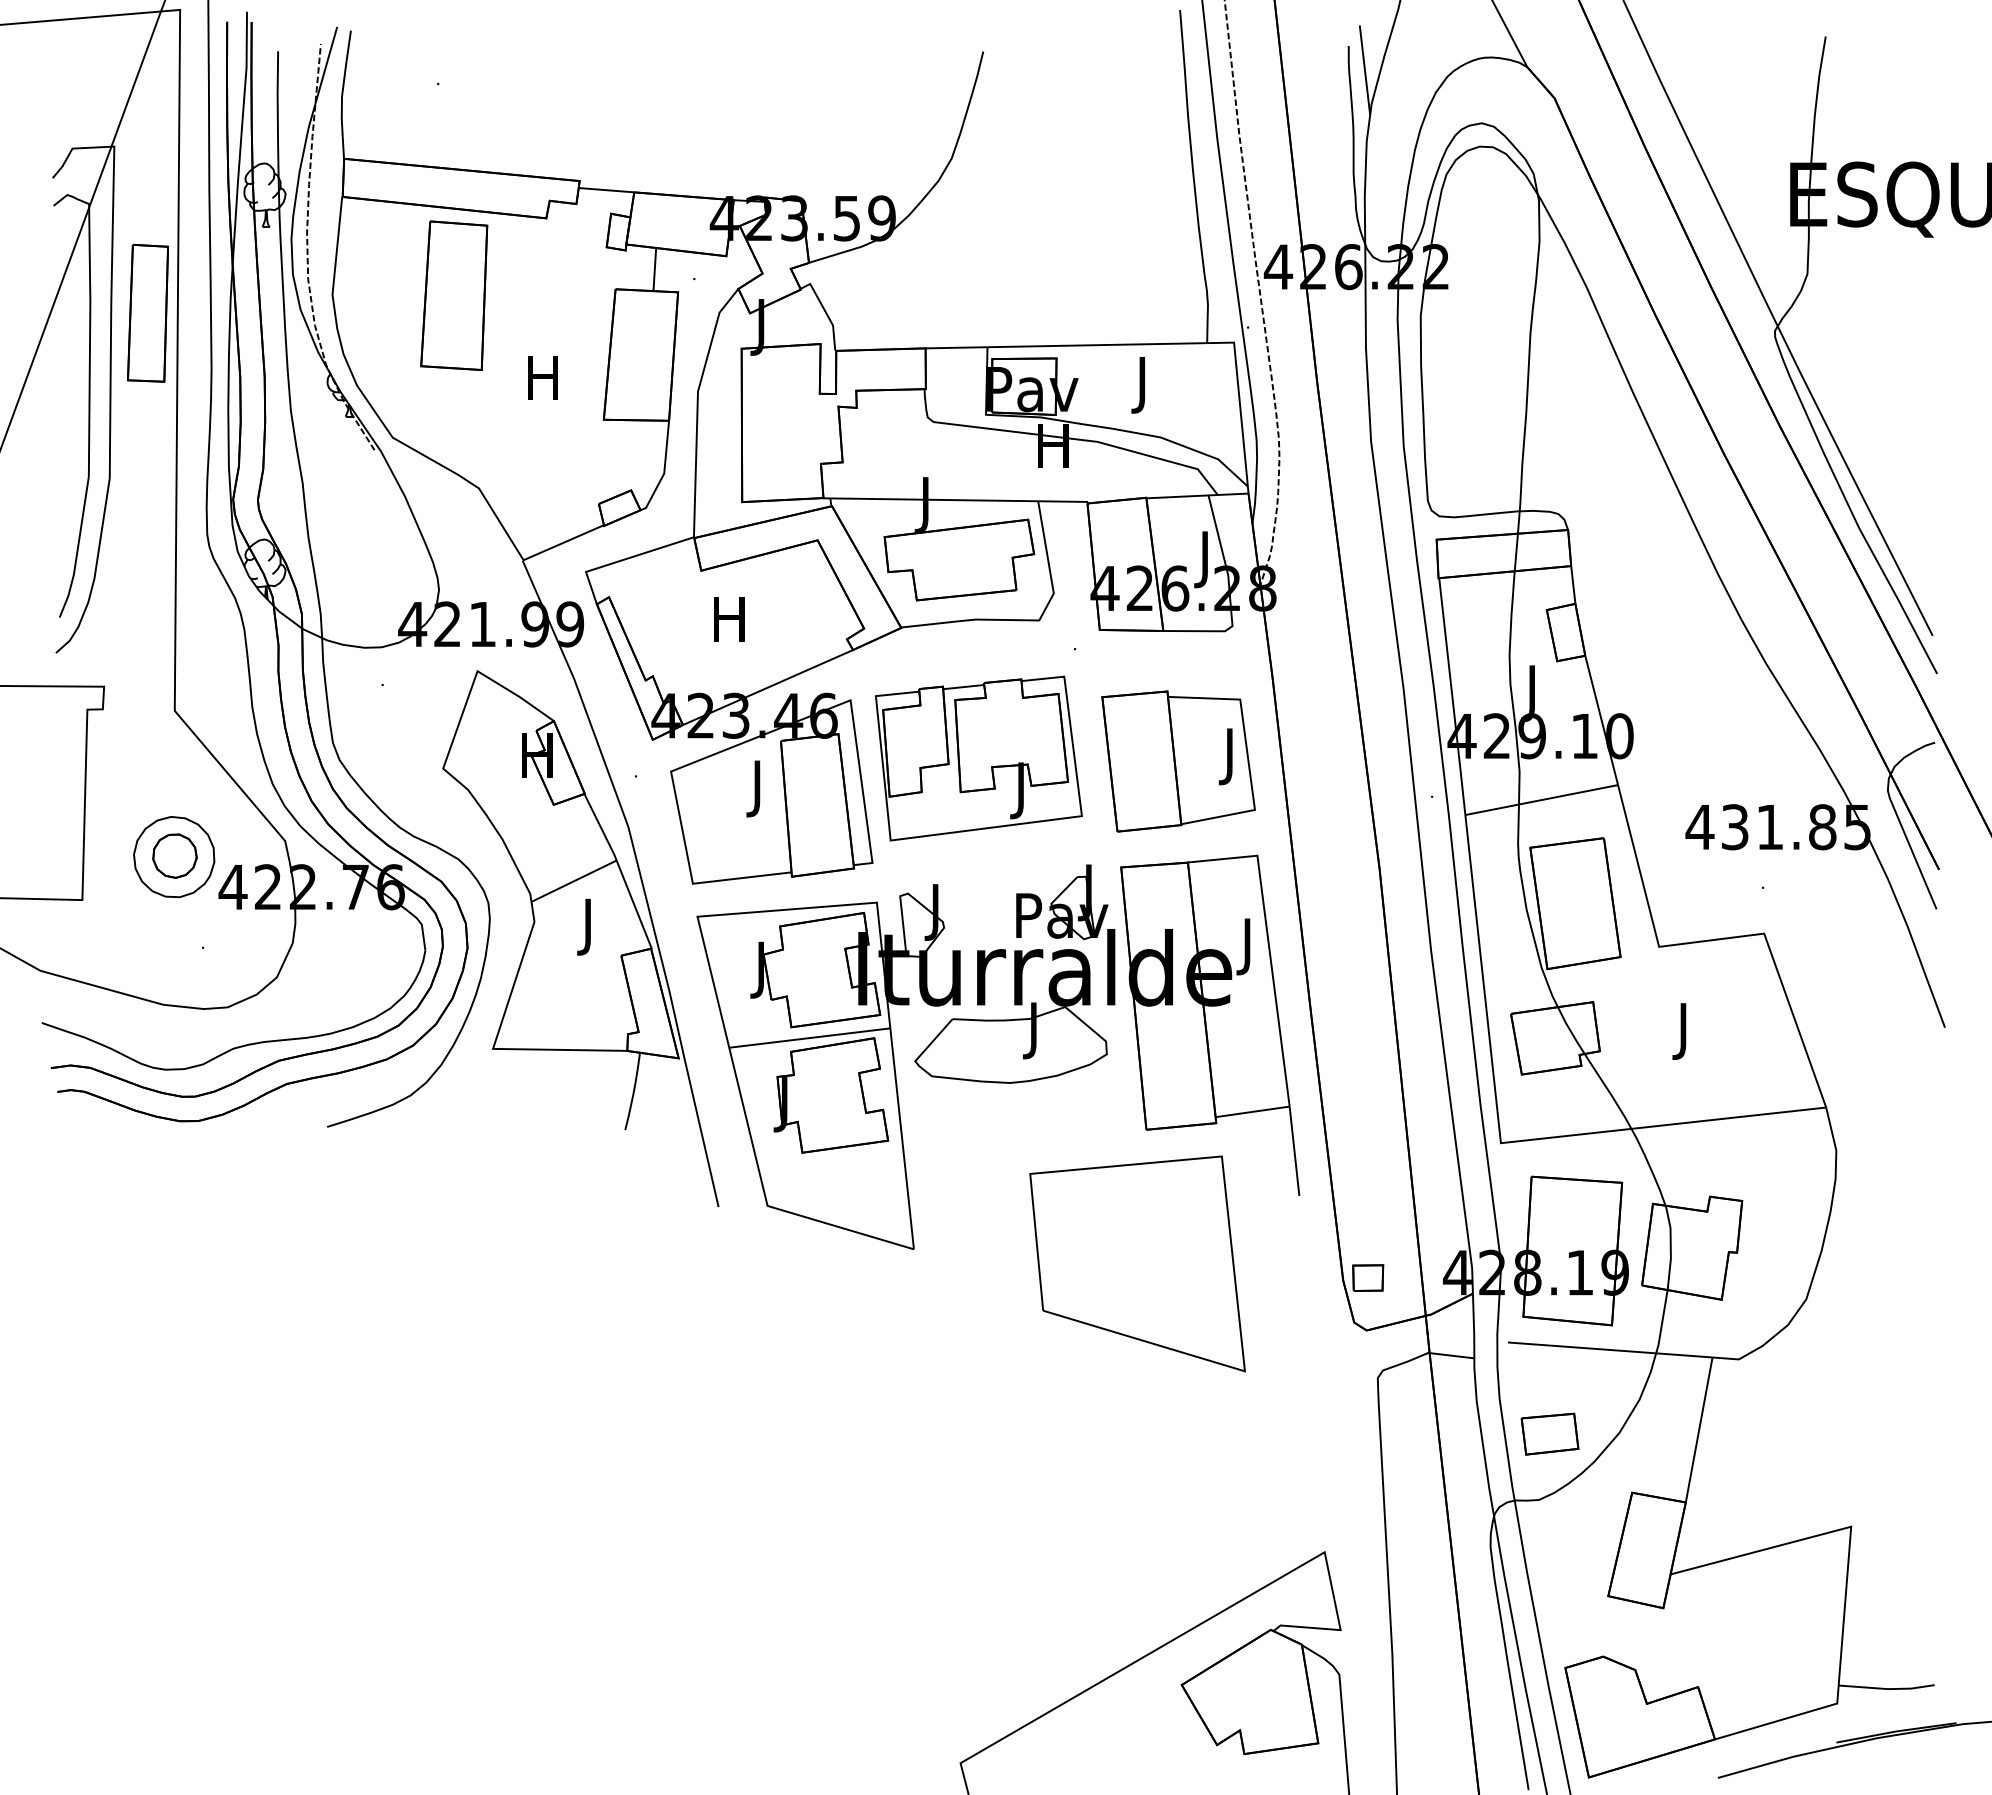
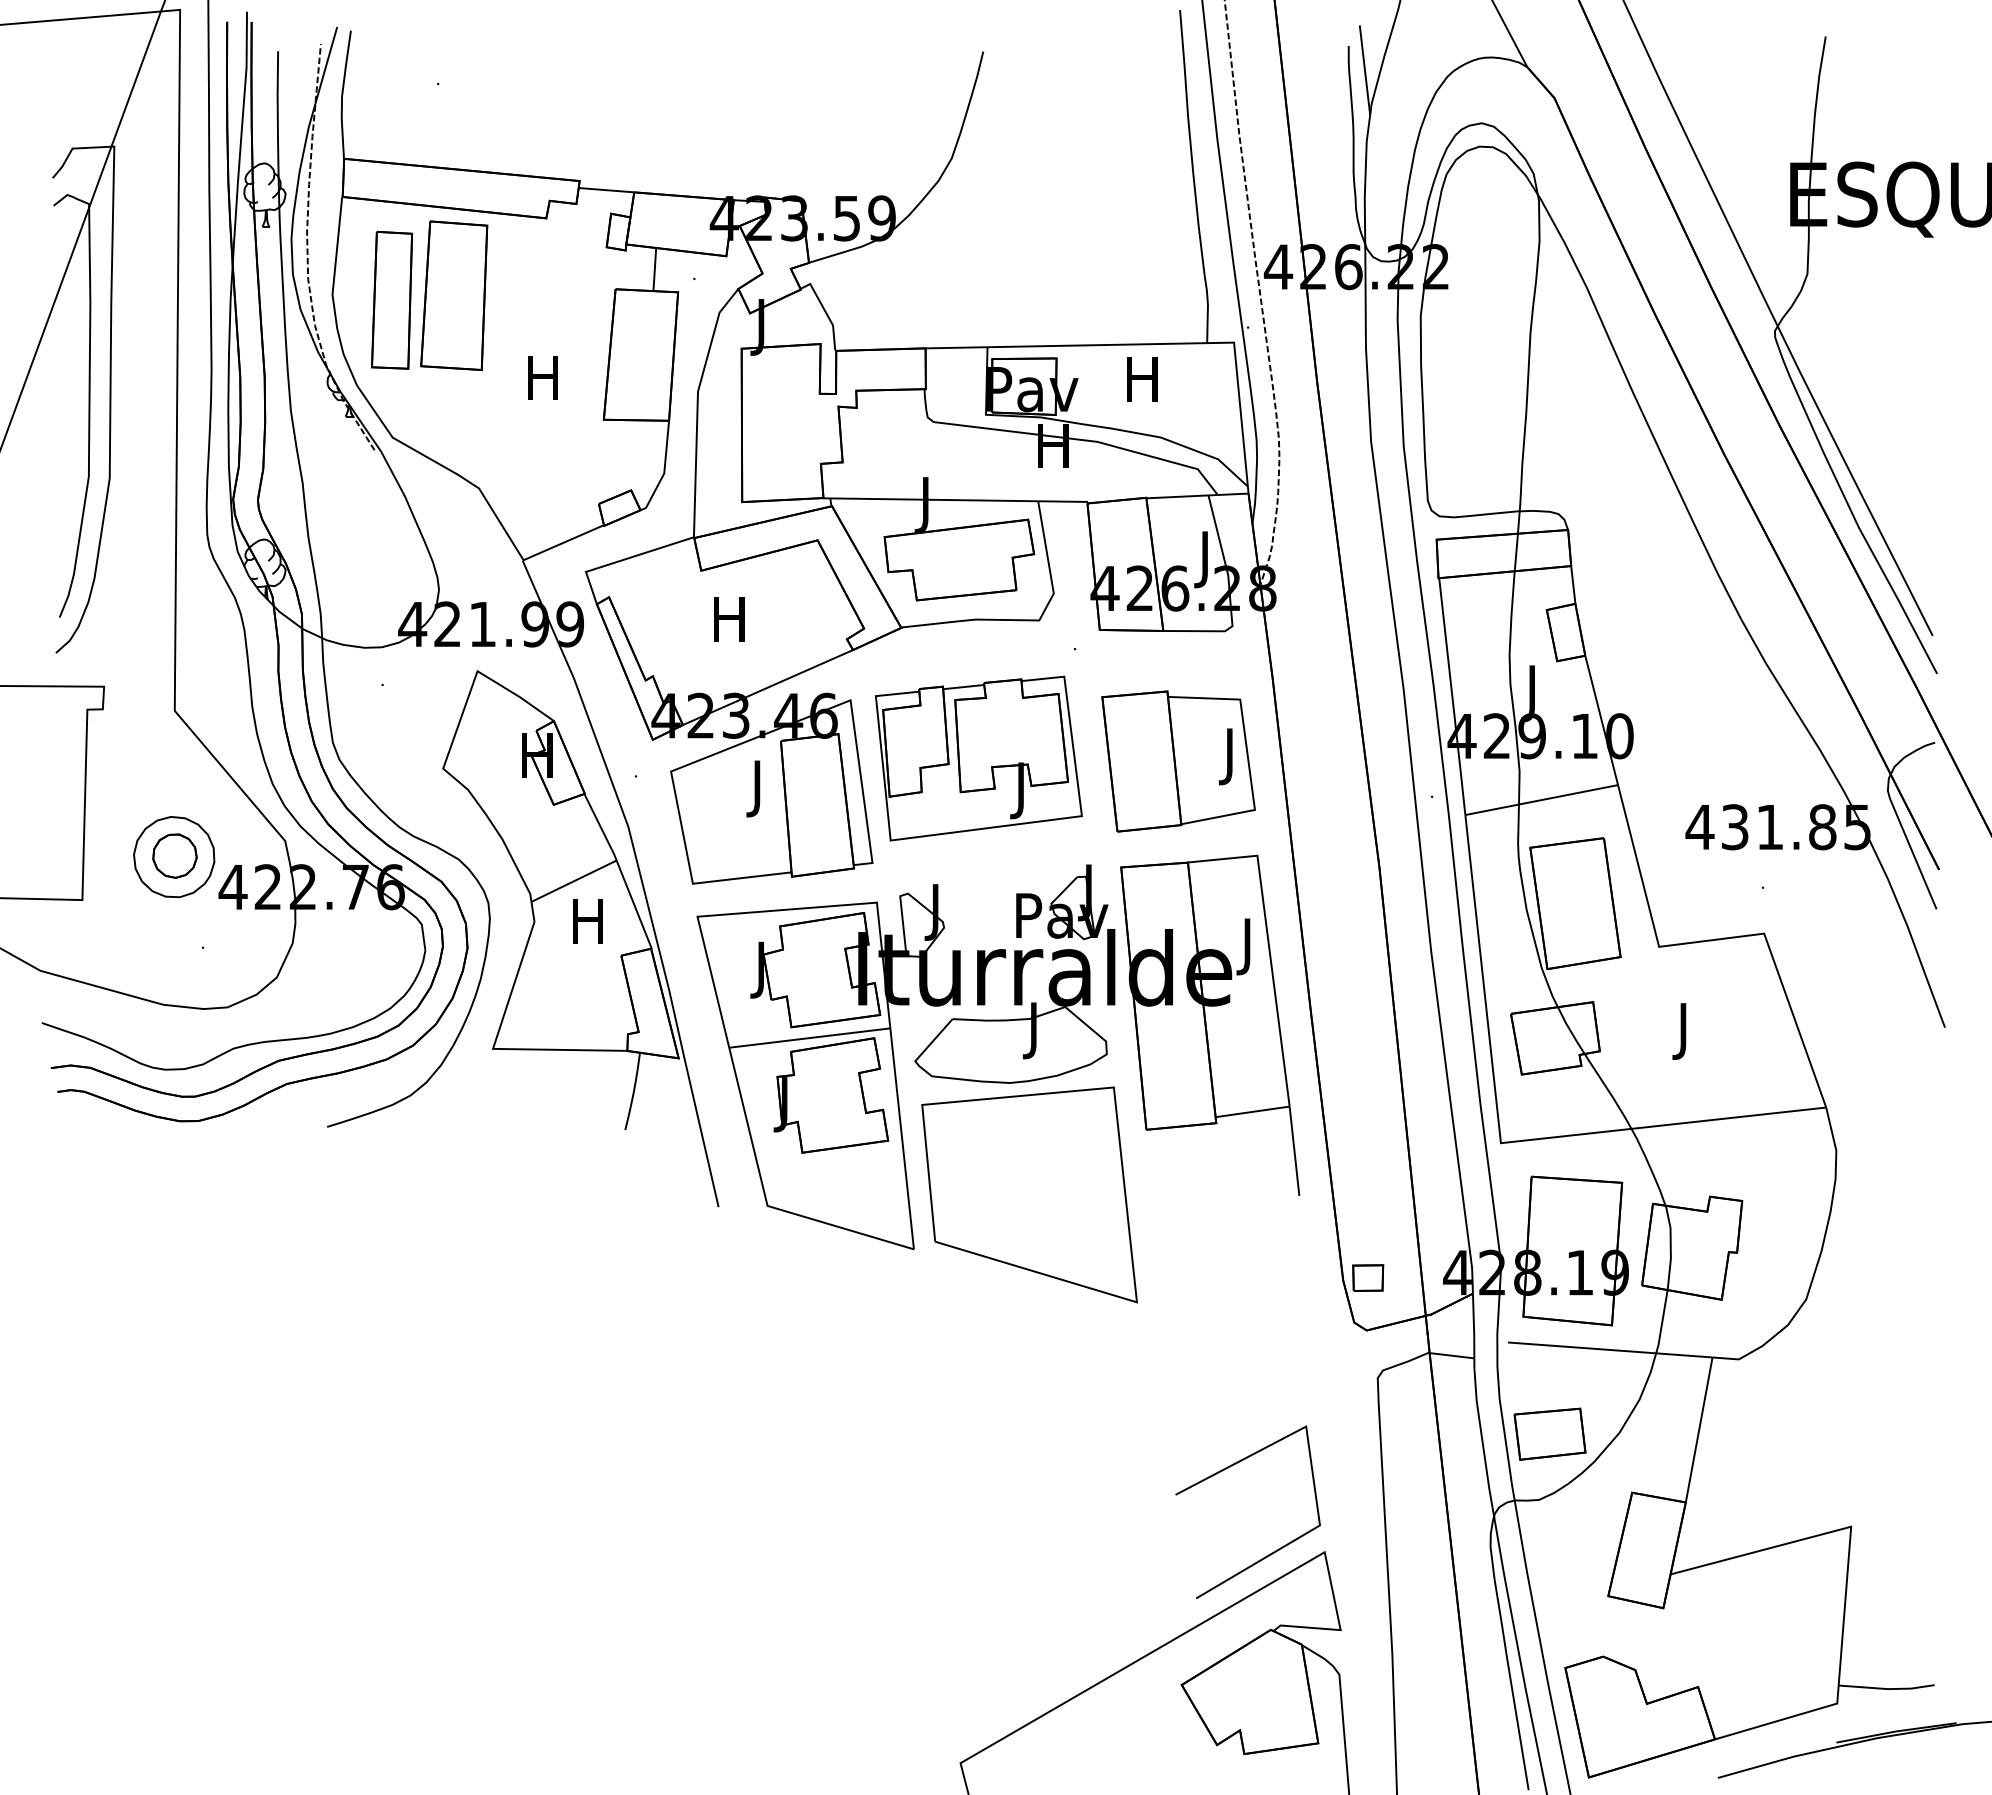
part at (147, 312) position: (147, 312) -> (391, 299)
text at (1142, 385): J -> H
text at (587, 926): J -> H
part at (1137, 1263) position: (1137, 1263) -> (1029, 1194)
part at (1549, 1433) size: 60x44 px -> 74x54 px
line at (1226, 1469): none -> present
